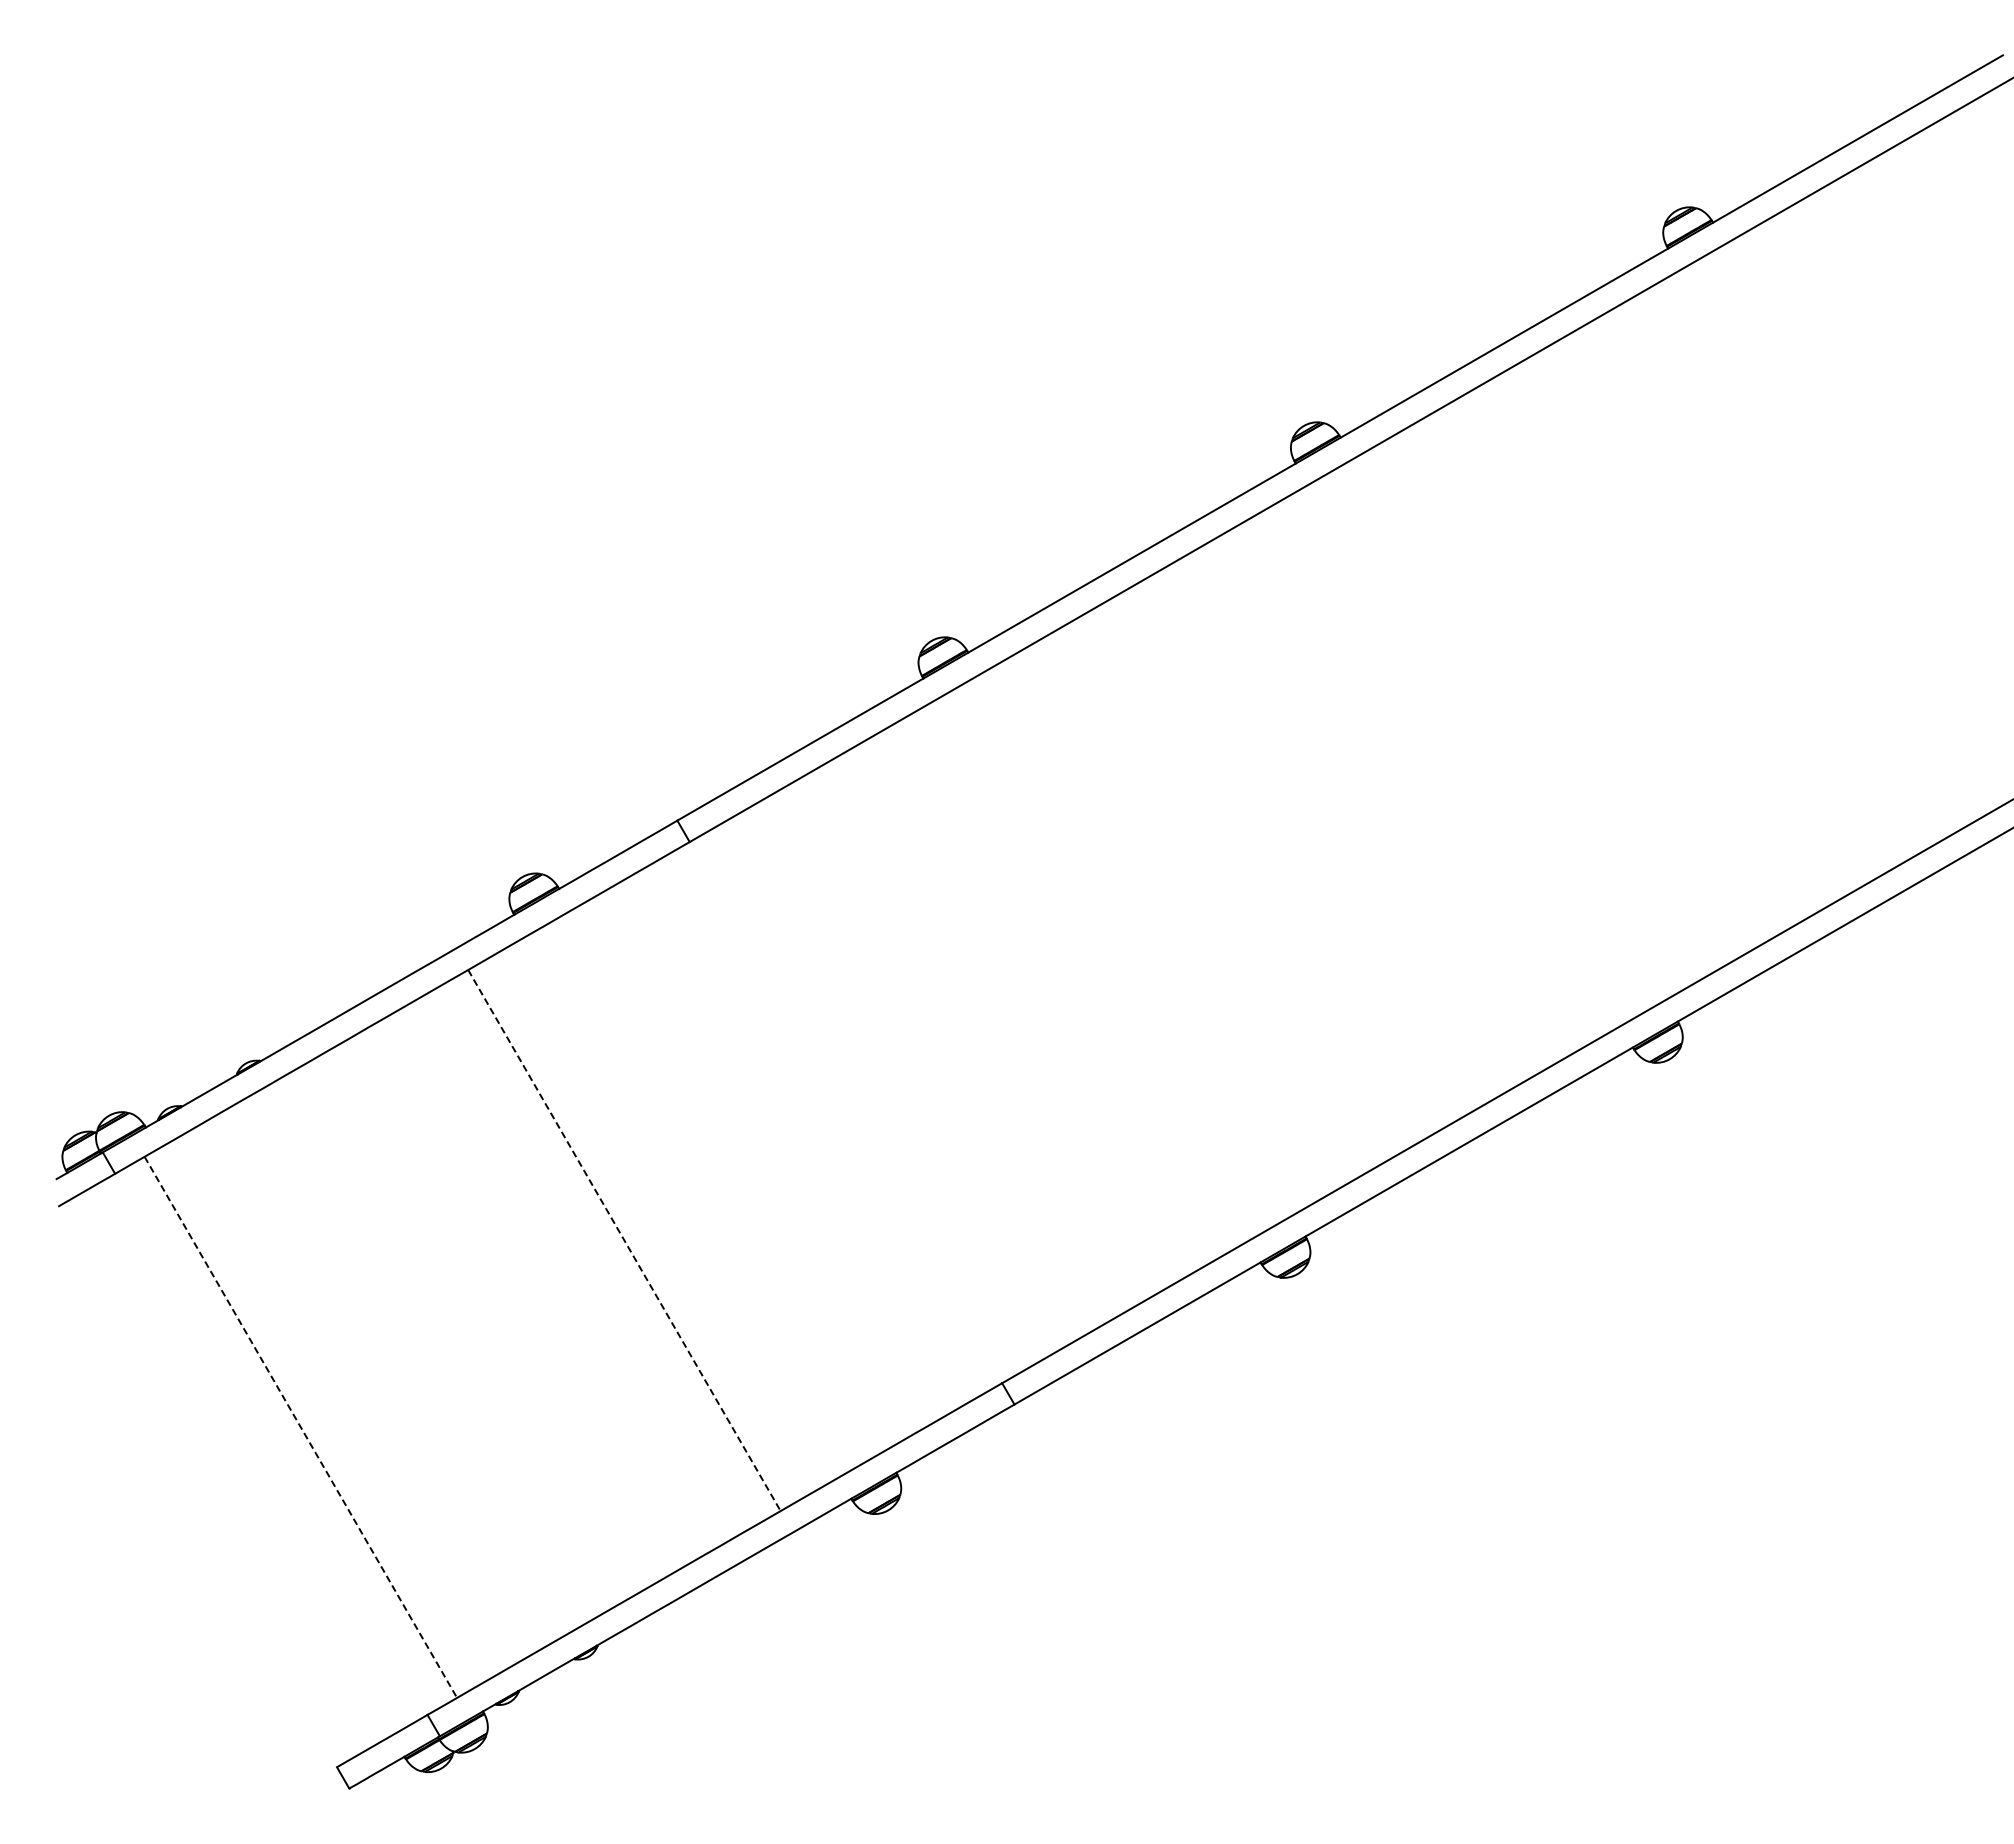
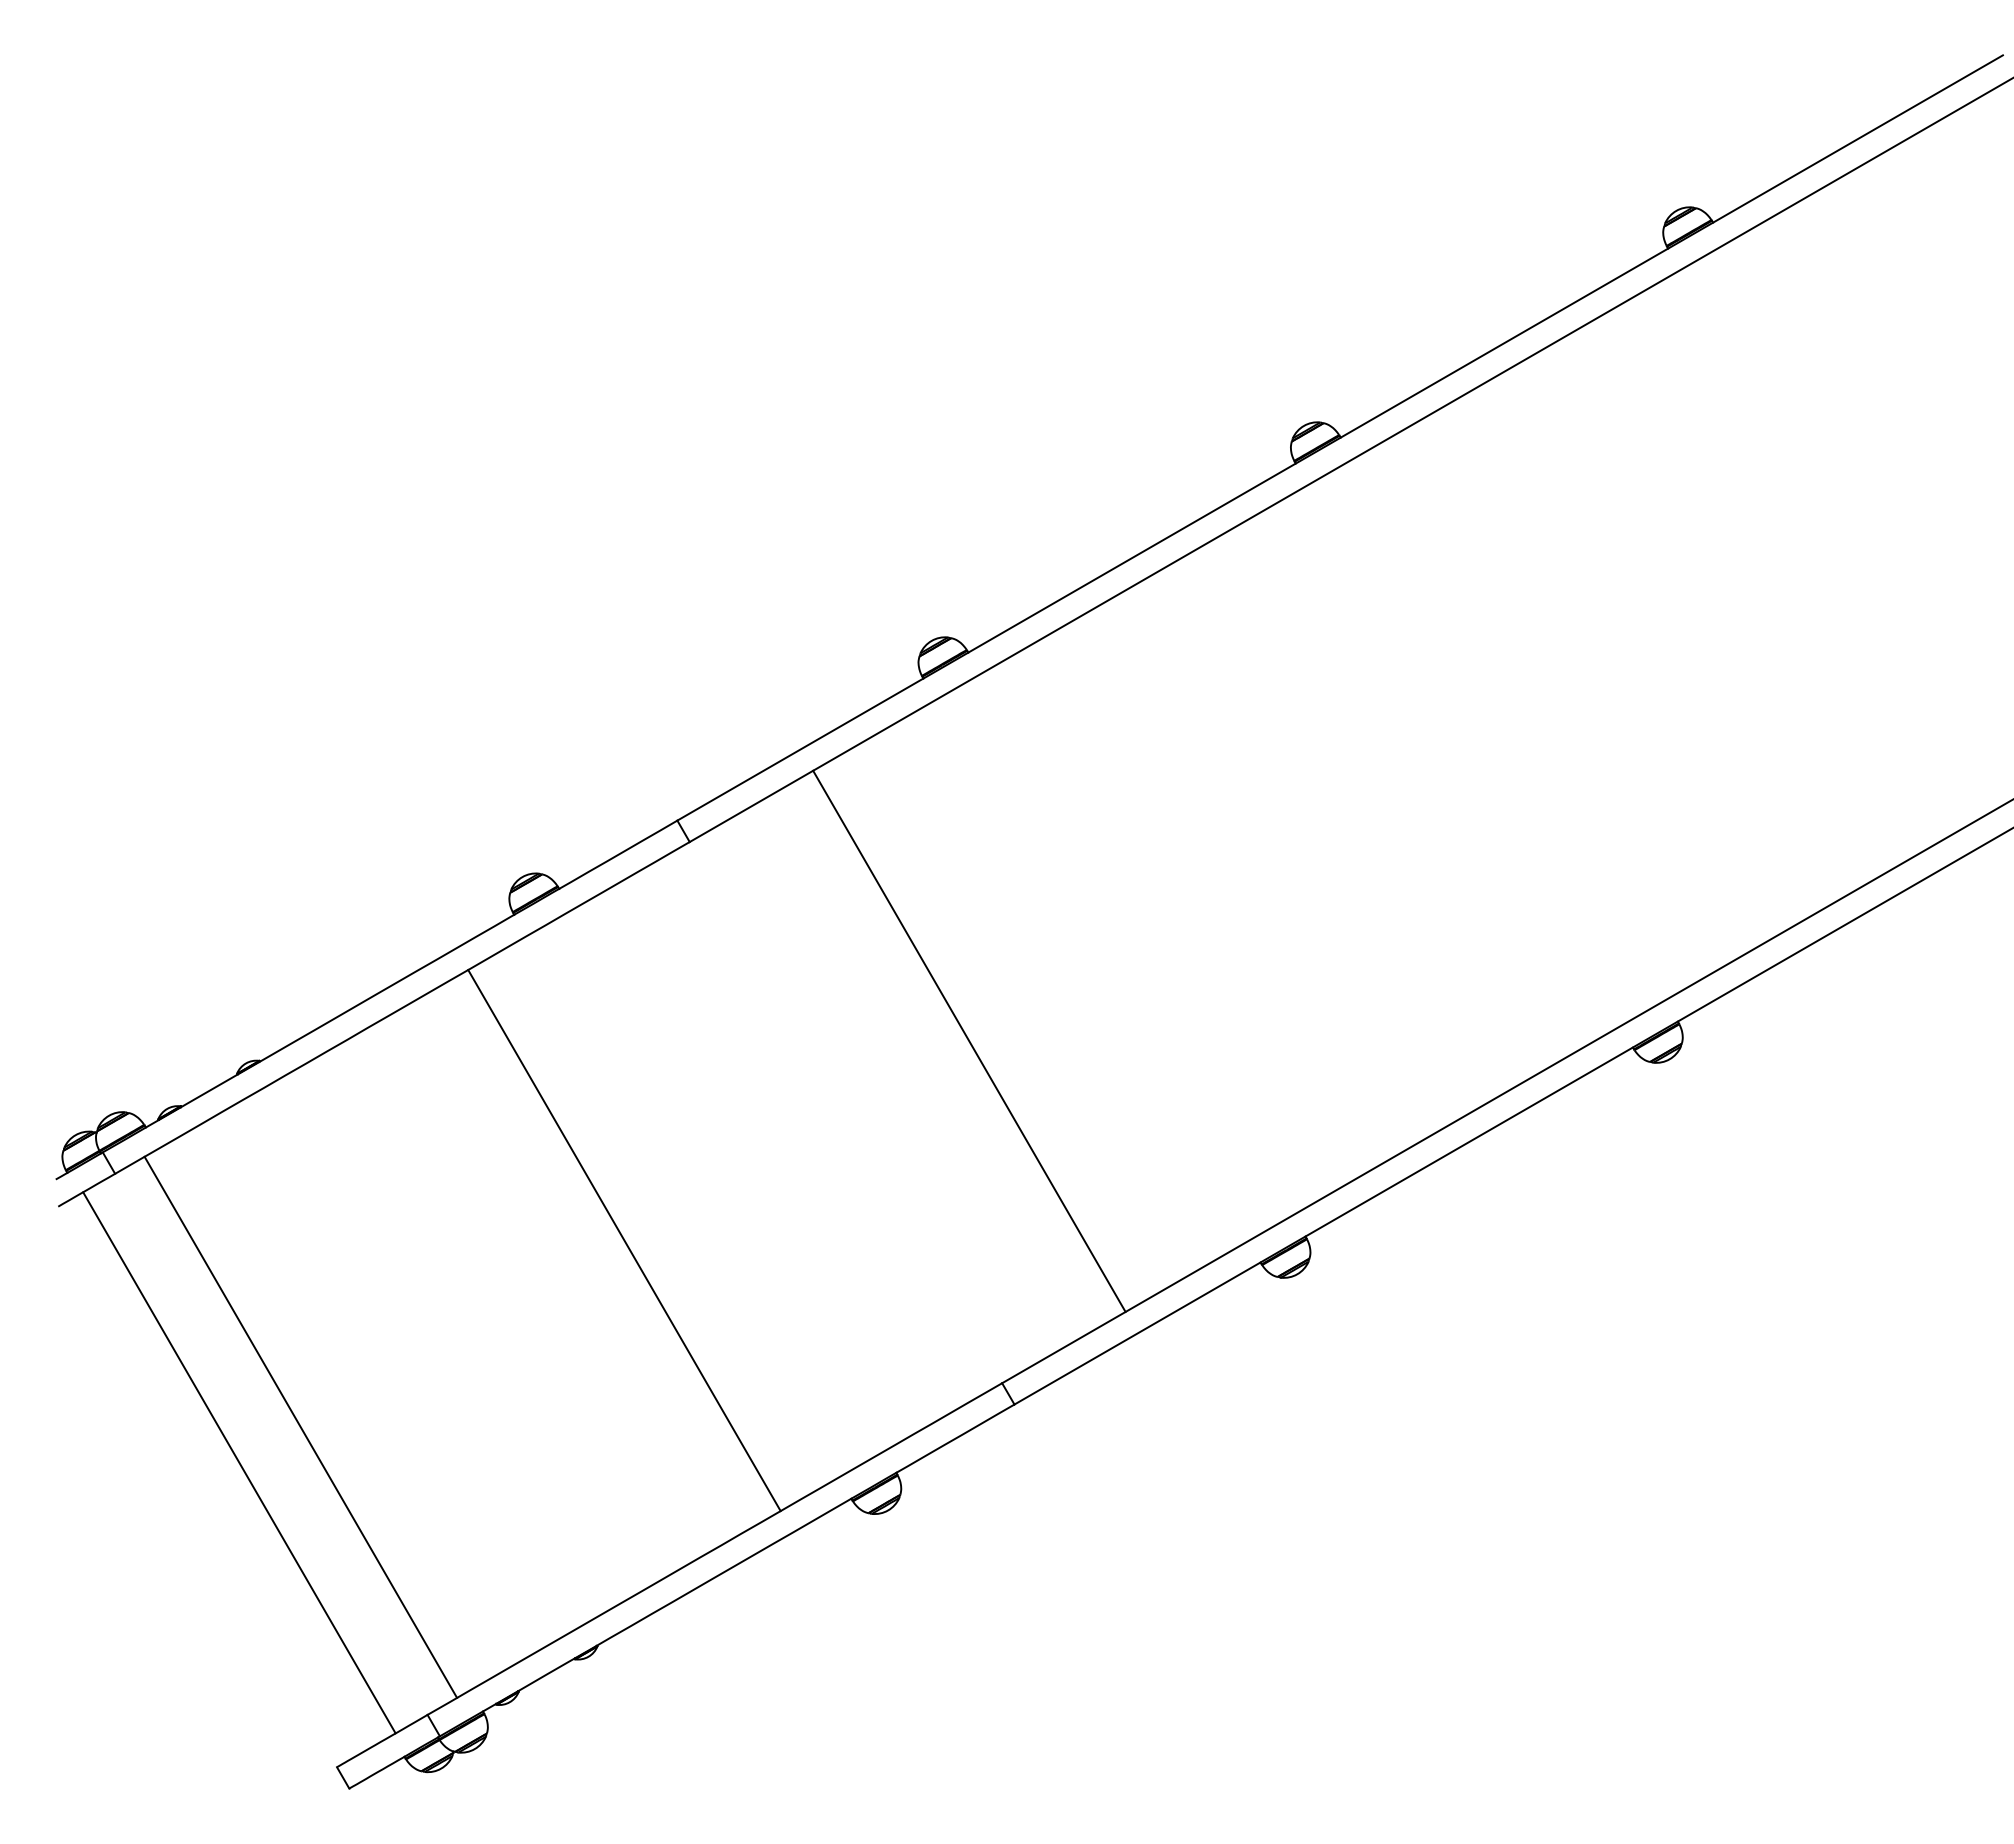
line at (969, 1040): none -> present
line at (624, 1240): dashed -> solid
line at (301, 1427): dashed -> solid
line at (239, 1462): none -> present
